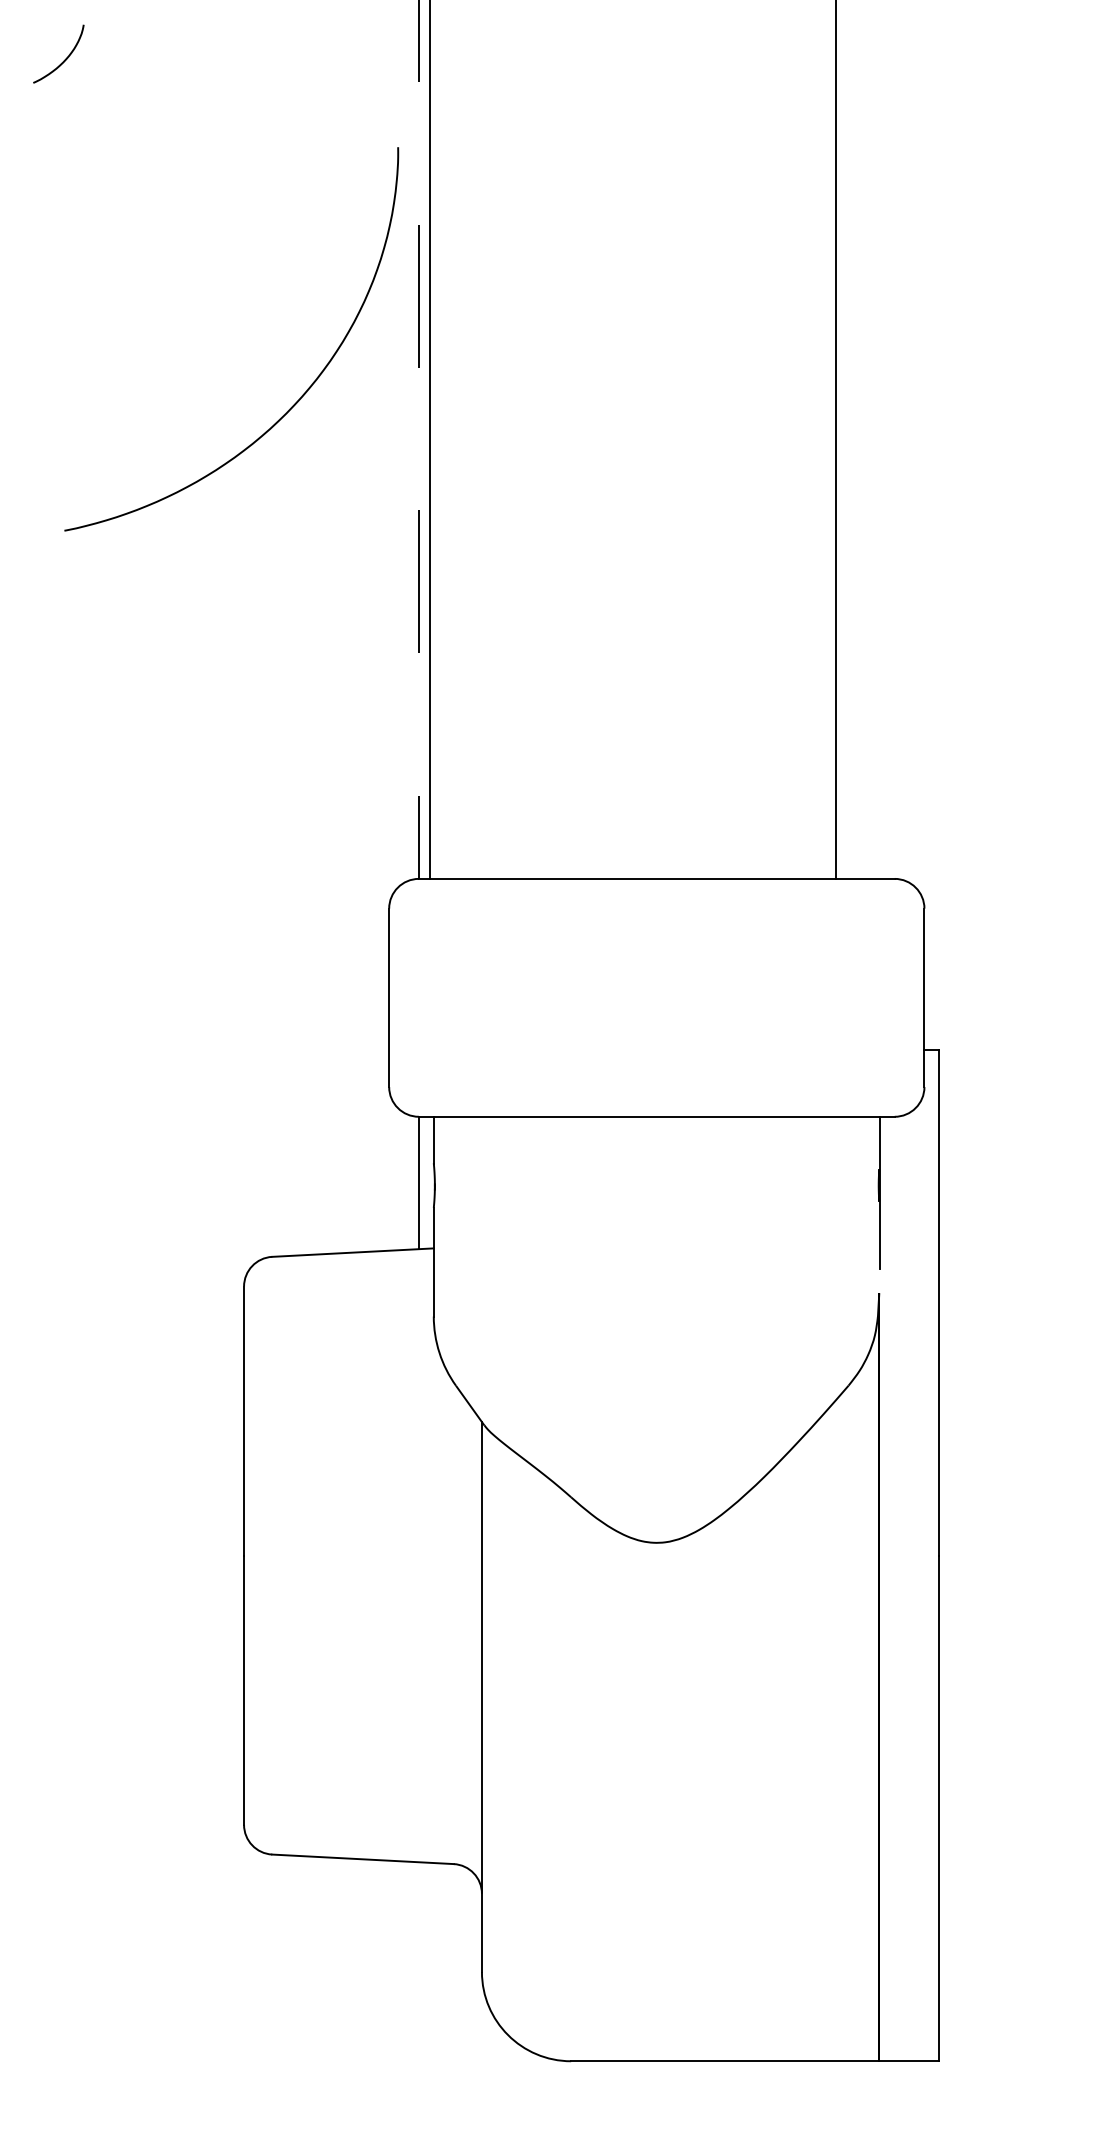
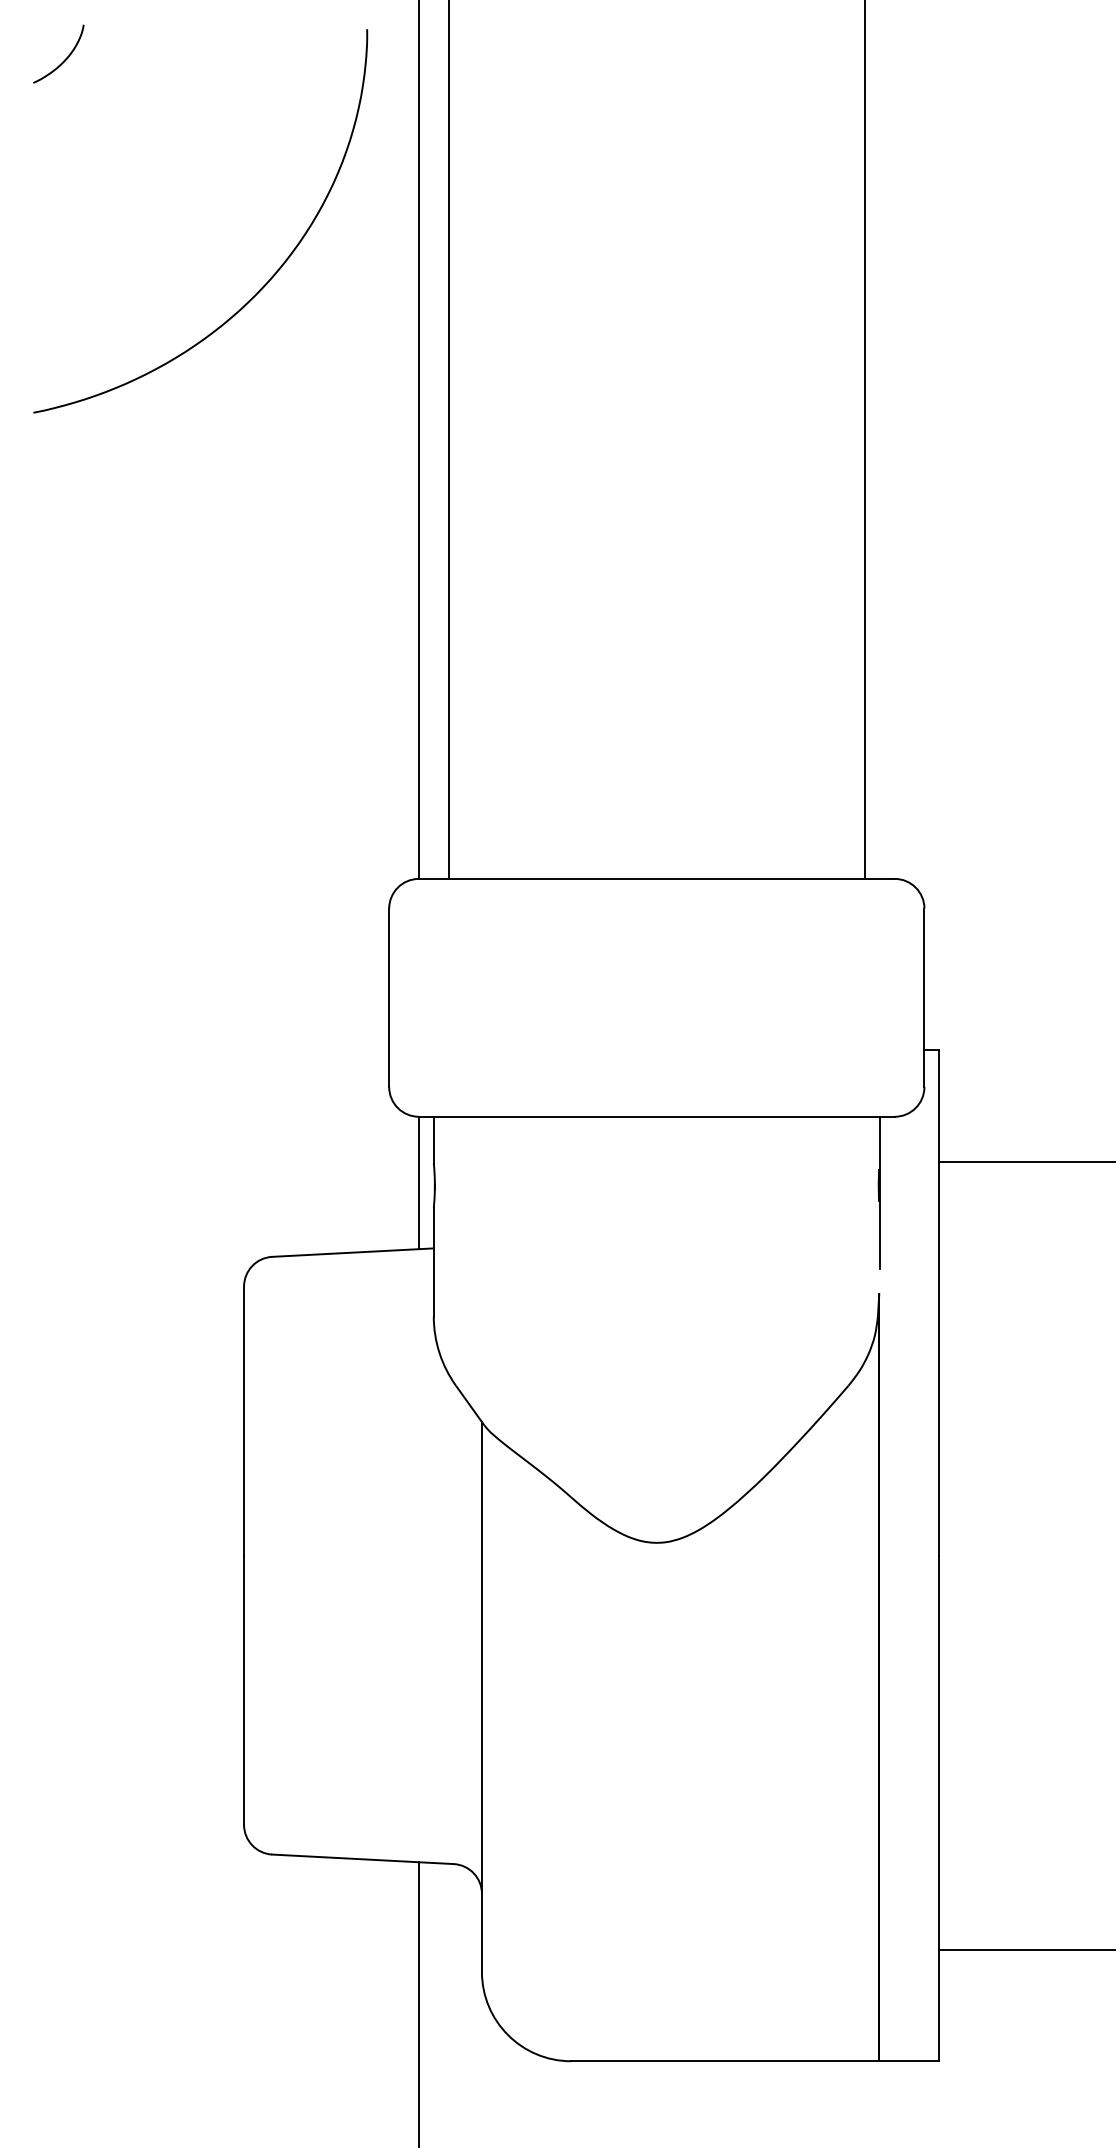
curve at (301, 395) position: (301, 395) -> (270, 277)
line at (418, 440): dashed -> solid
line at (429, 440) position: (429, 440) -> (448, 440)
line at (835, 440) position: (835, 440) -> (864, 440)
line at (1026, 1161): none -> present
line at (1026, 1949): none -> present
line at (418, 2003): none -> present
